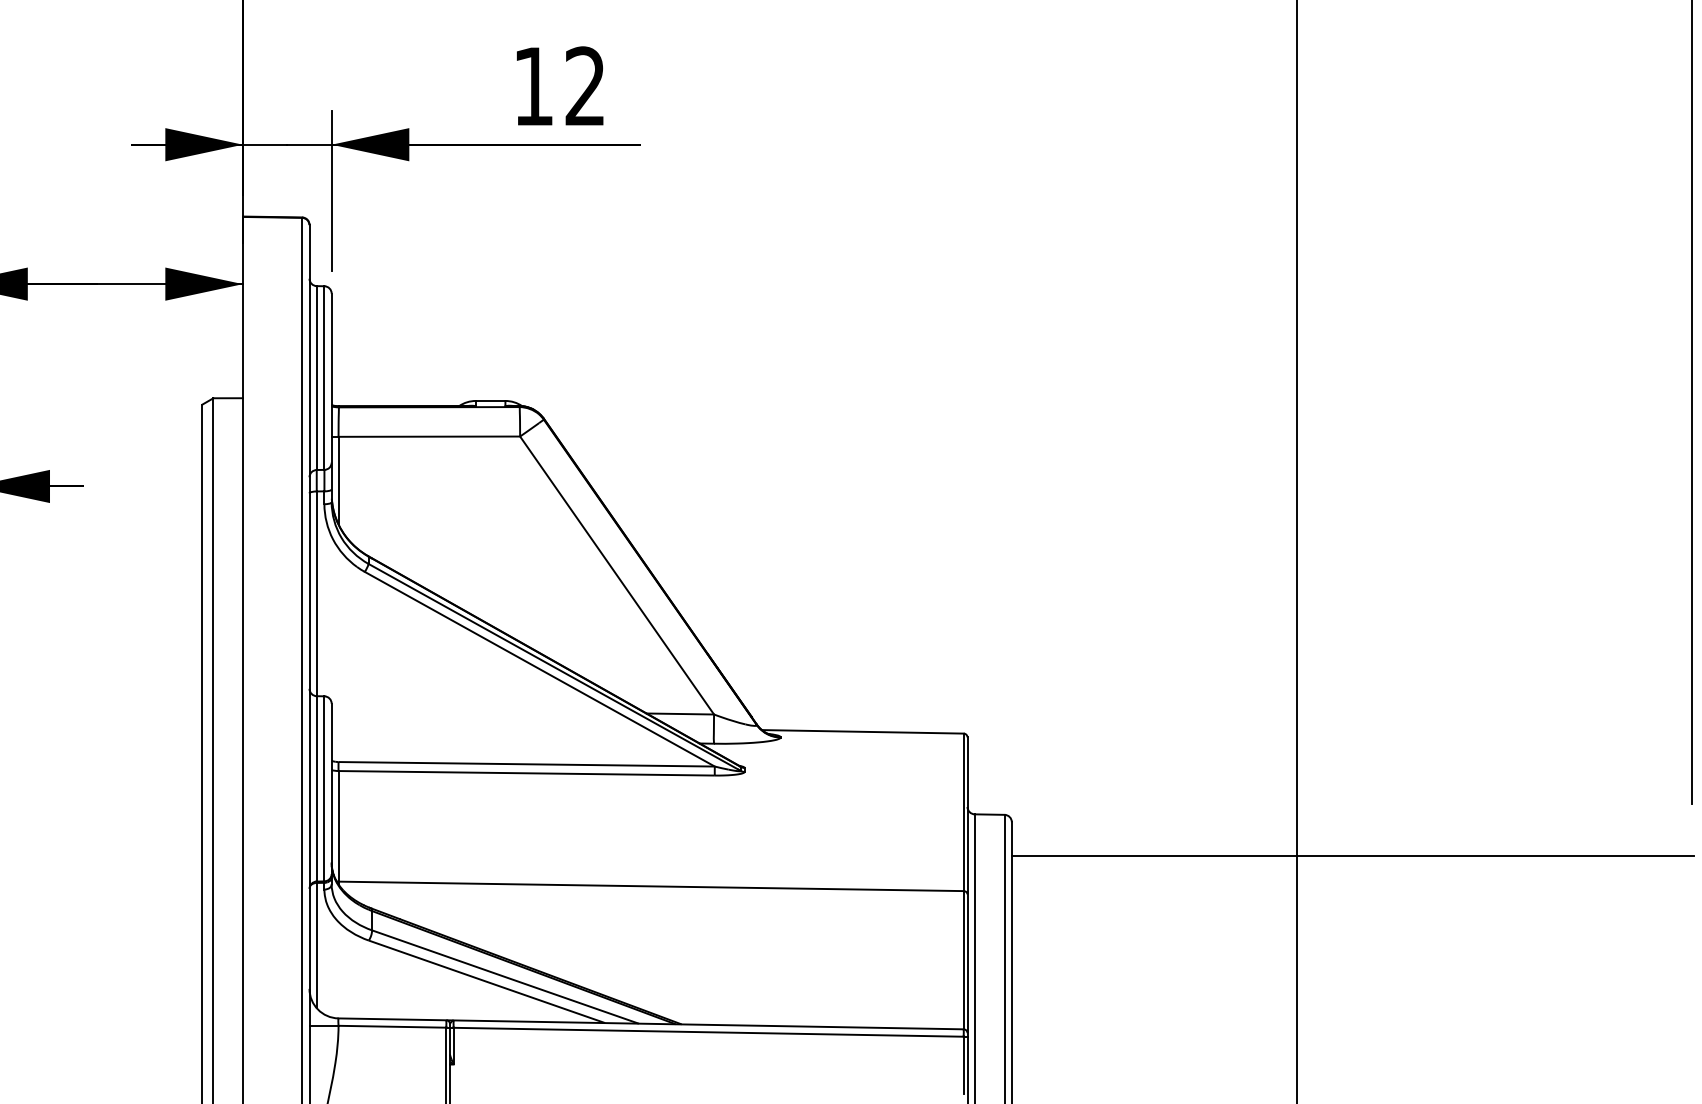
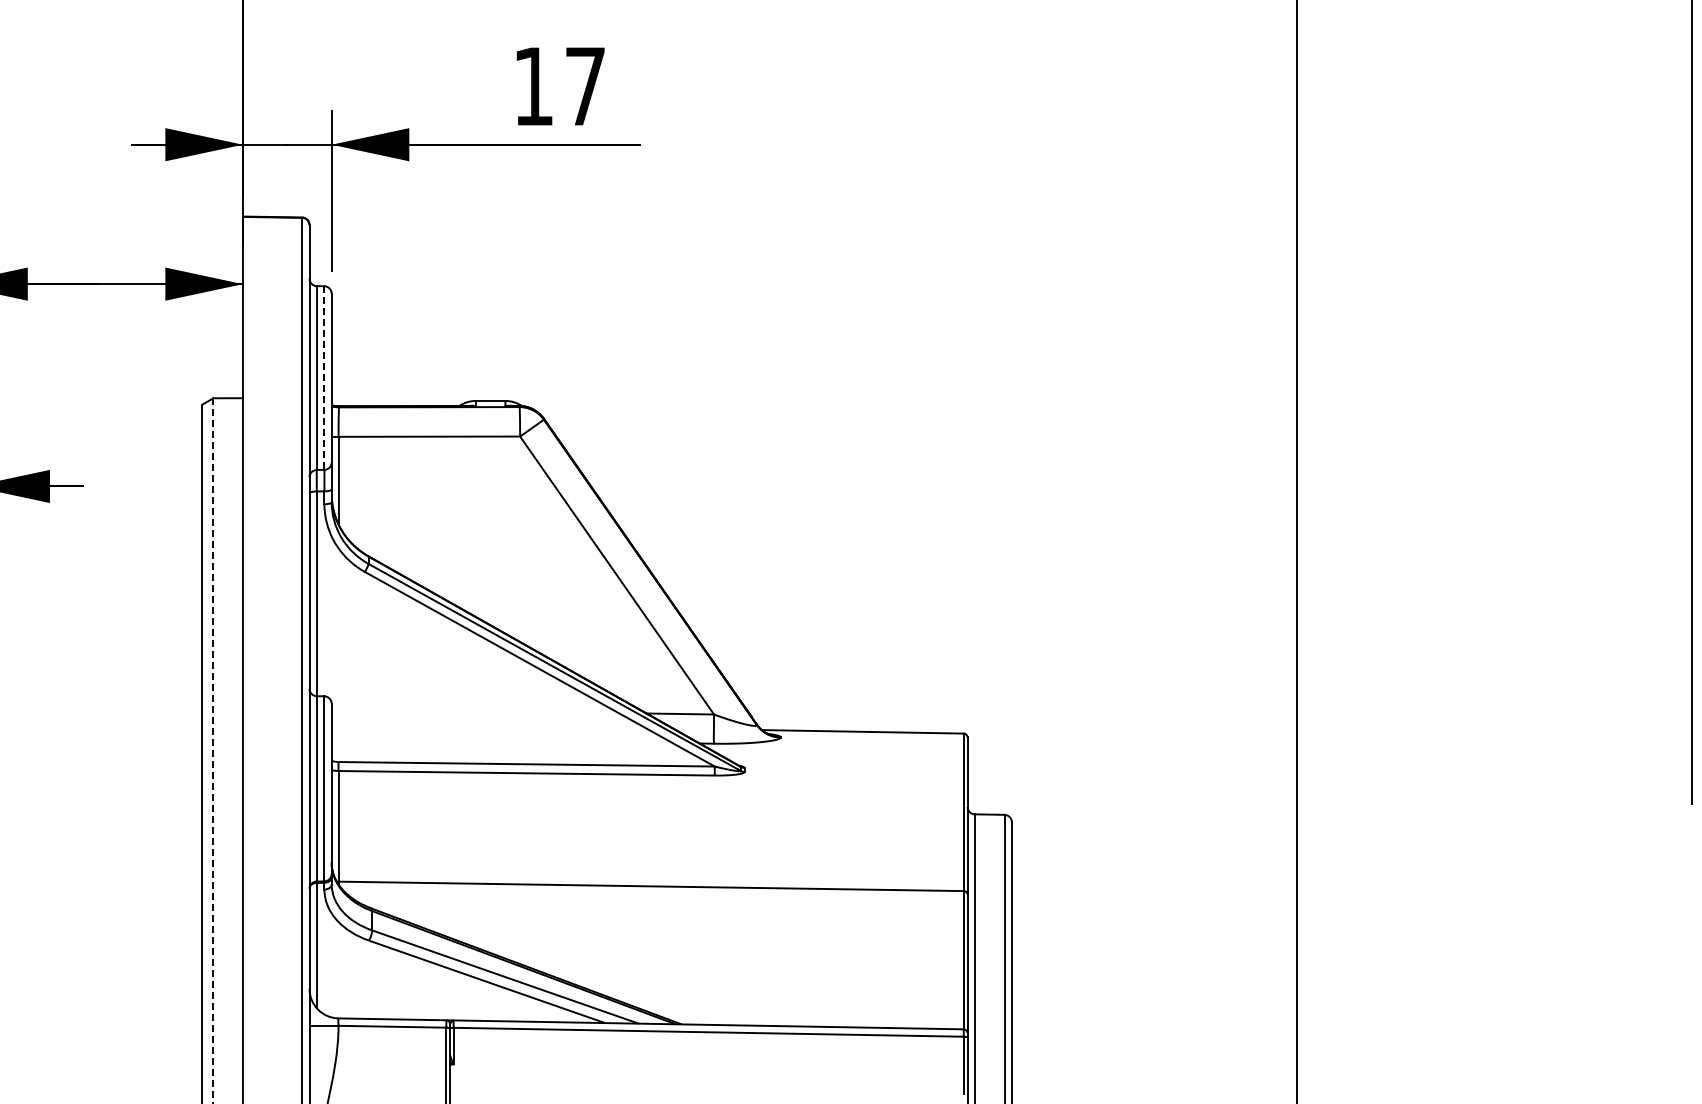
text at (584, 85): 12 -> 17
line at (324, 378): solid -> dashed
line at (213, 751): solid -> dashed
line at (1352, 855): present -> none
